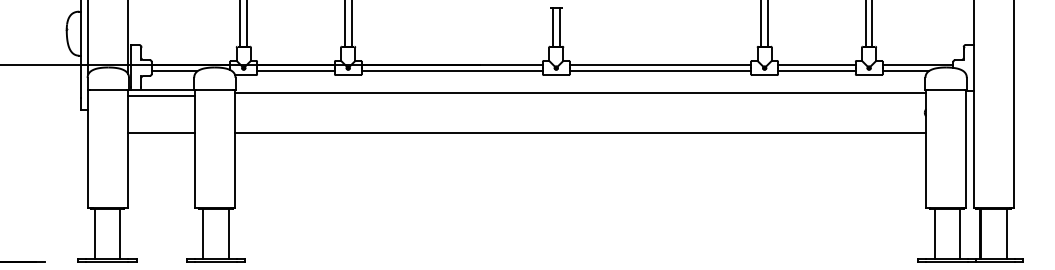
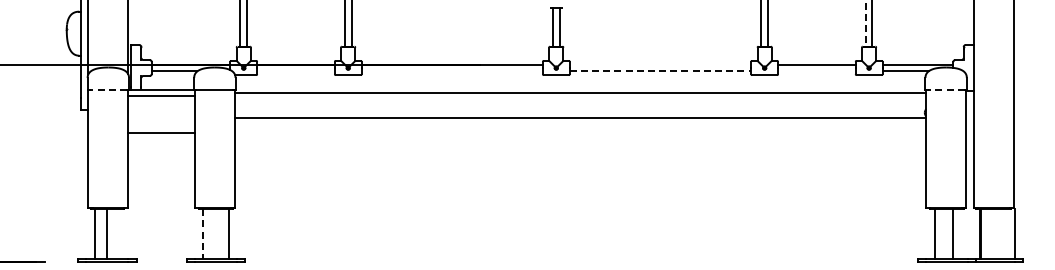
line at (865, 23): solid -> dashed
line at (660, 64): present -> none
line at (295, 71): present -> none
line at (451, 71): present -> none
line at (660, 71): solid -> dashed
line at (816, 71): present -> none
line at (108, 90): solid -> dashed
line at (946, 90): solid -> dashed
line at (580, 132) position: (580, 132) -> (580, 117)
line at (119, 234) position: (119, 234) -> (106, 234)
line at (203, 234): solid -> dashed
line at (959, 234) position: (959, 234) -> (952, 234)
line at (1006, 234) position: (1006, 234) -> (1014, 234)
